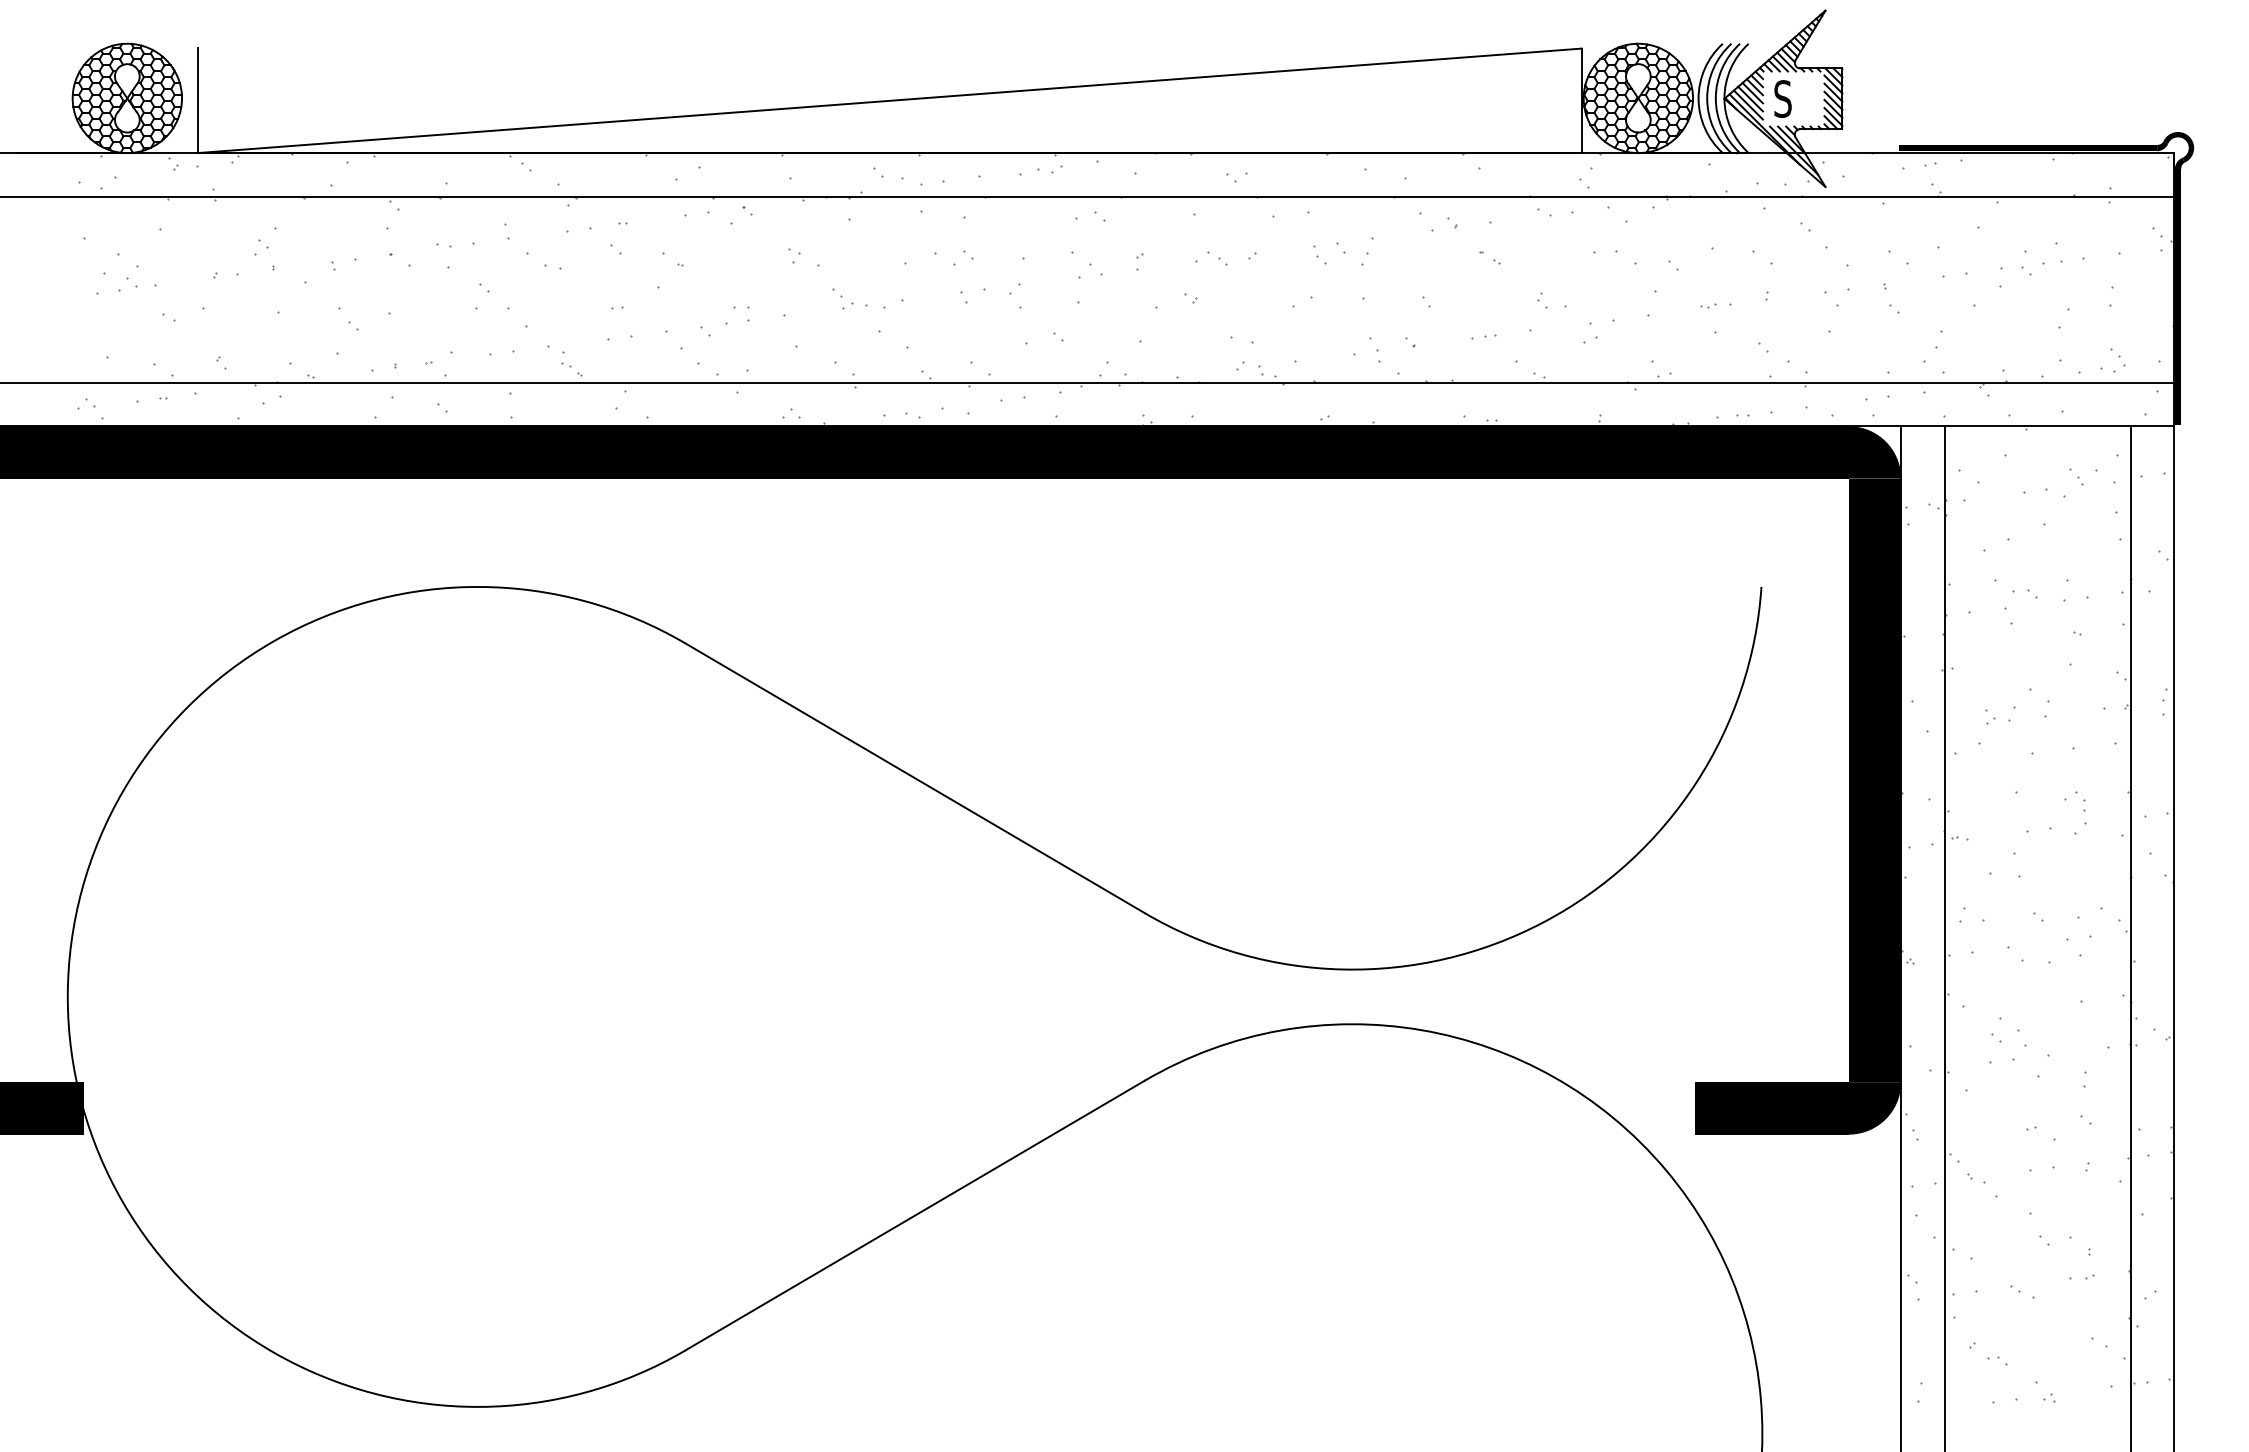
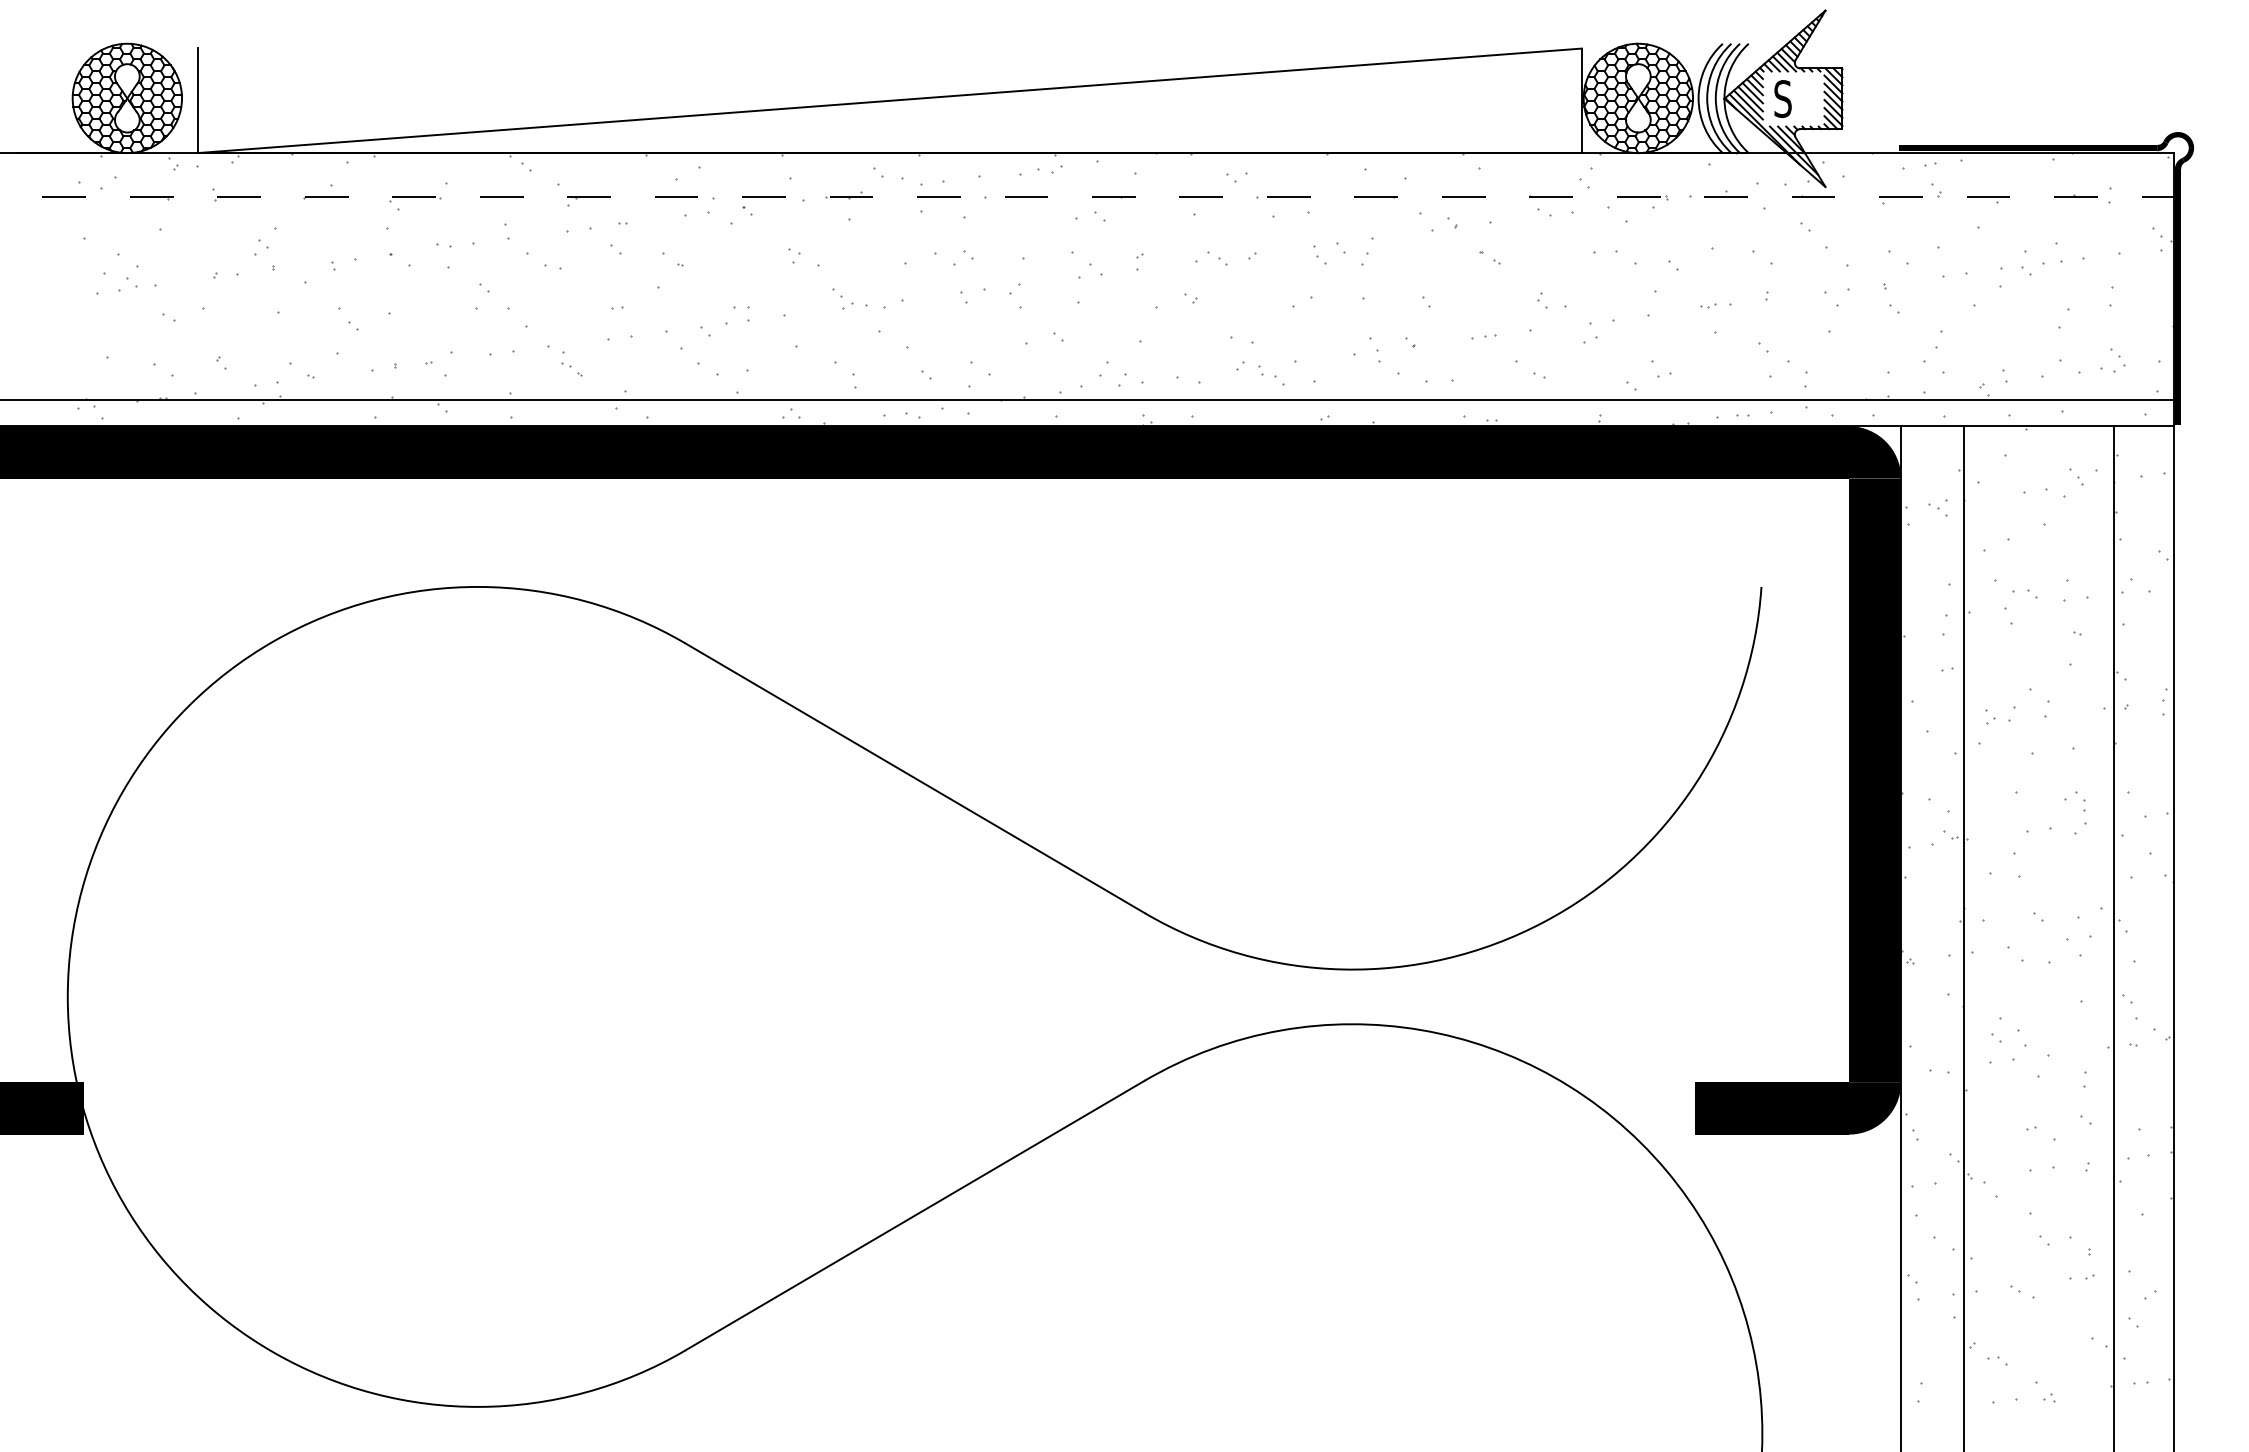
line at (1087, 196): solid -> dashed
line at (1088, 382) position: (1088, 382) -> (1088, 399)
line at (1944, 937) position: (1944, 937) -> (1963, 937)
line at (2130, 937) position: (2130, 937) -> (2113, 937)
